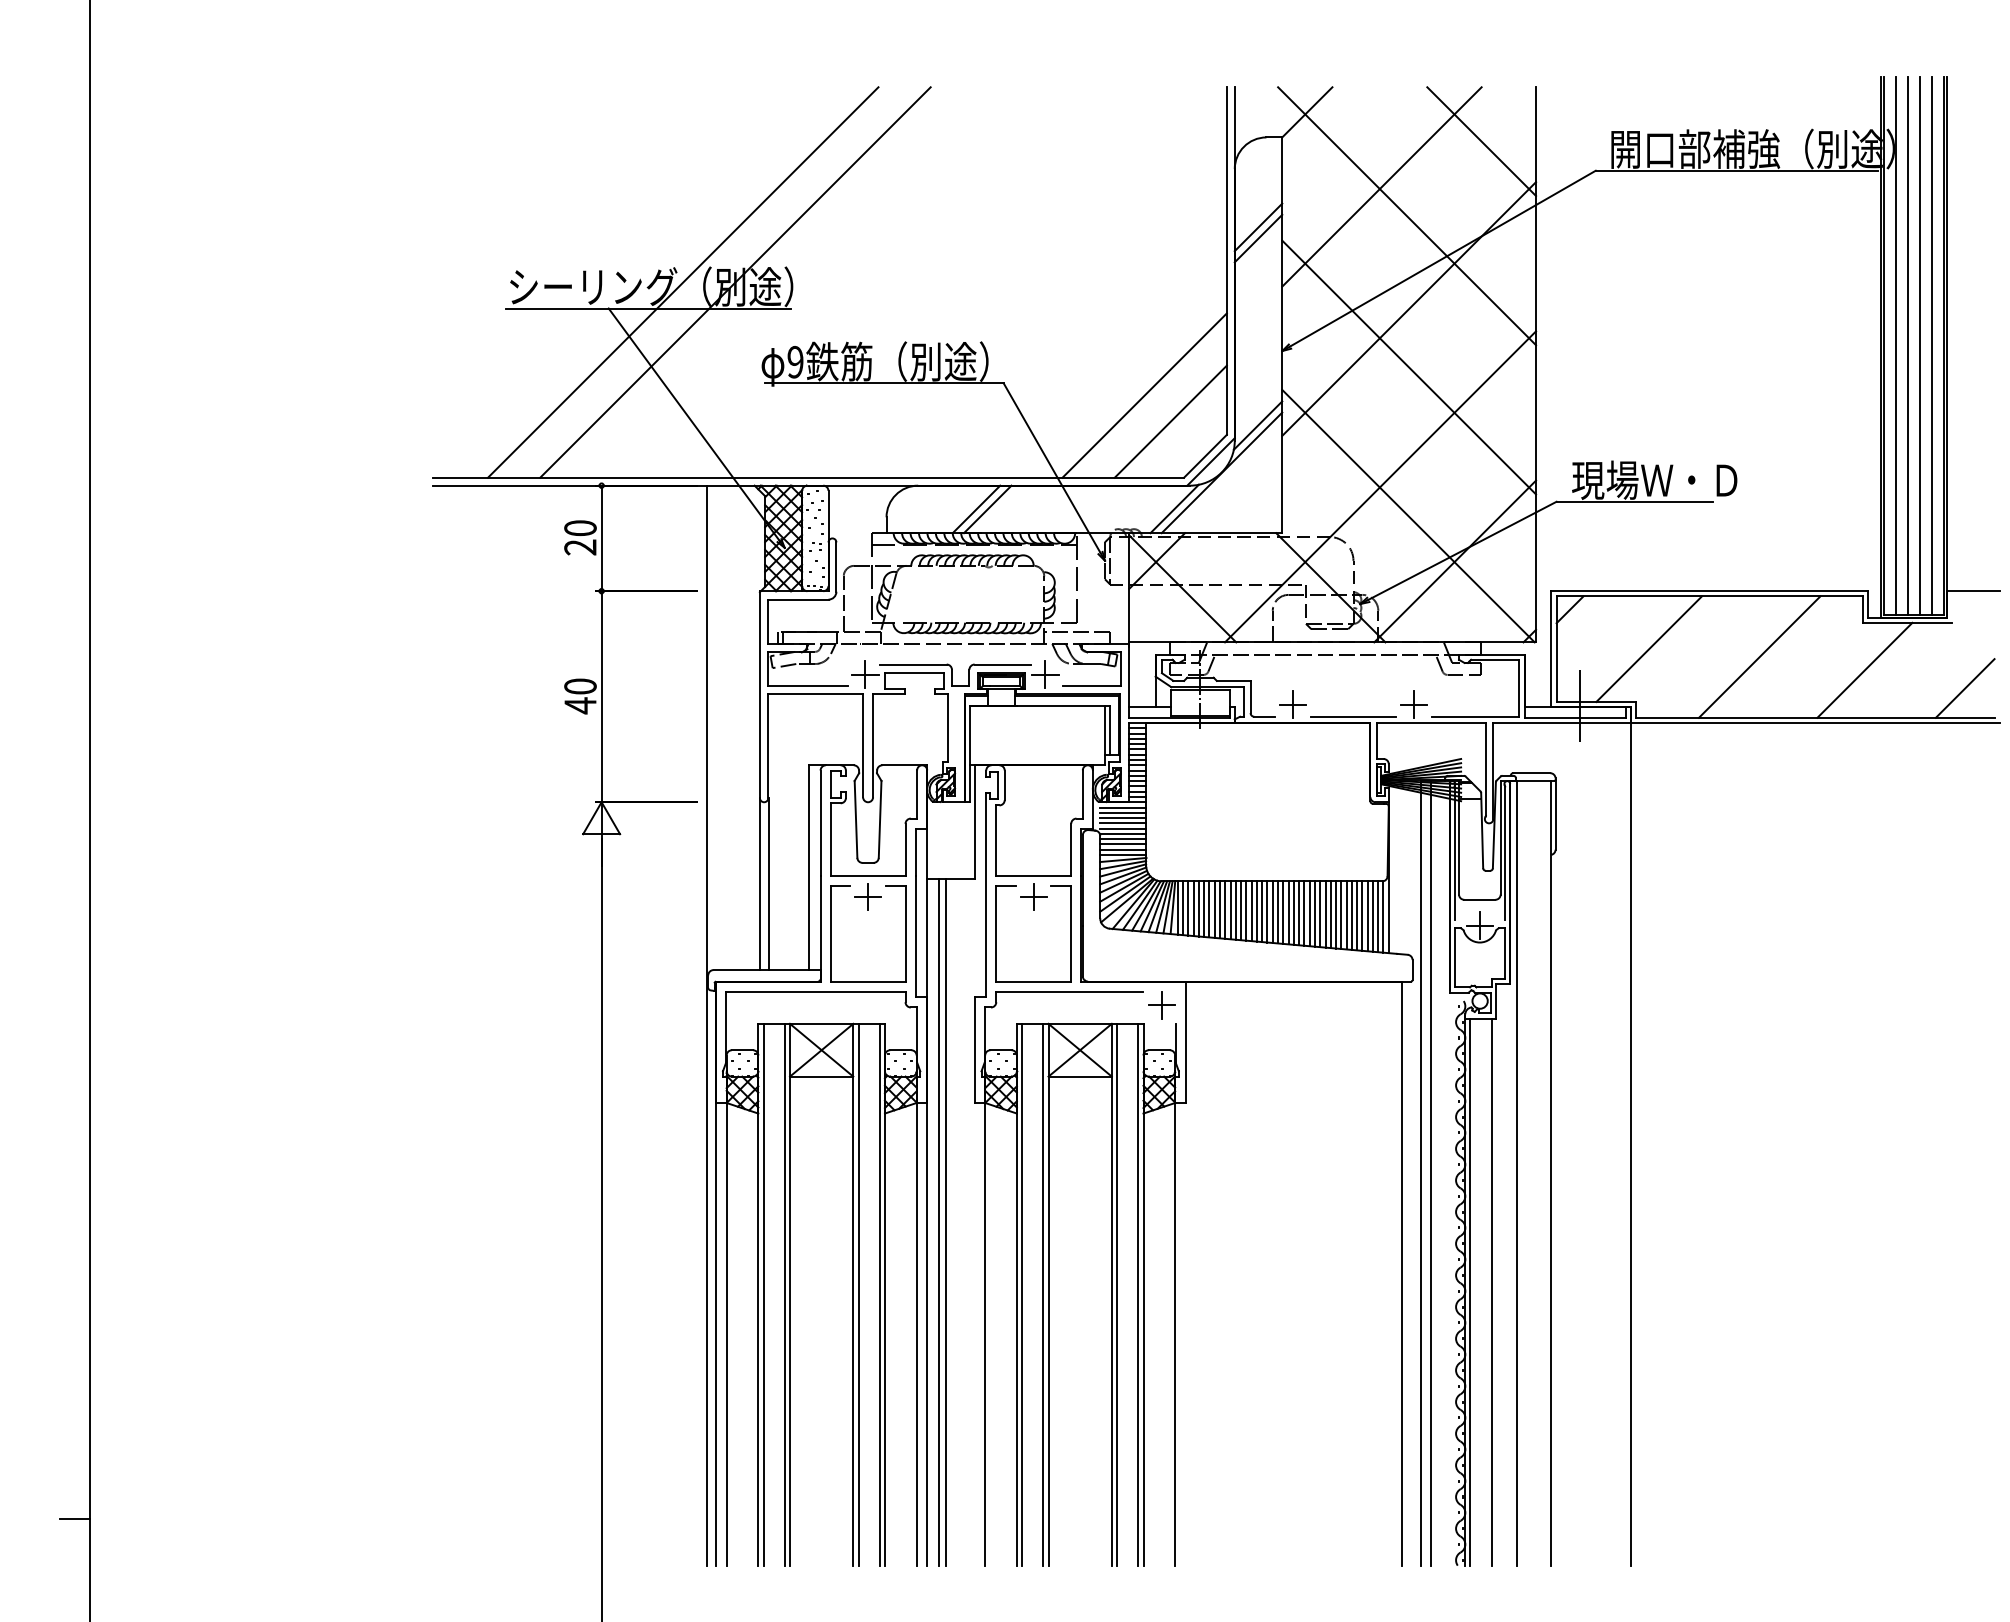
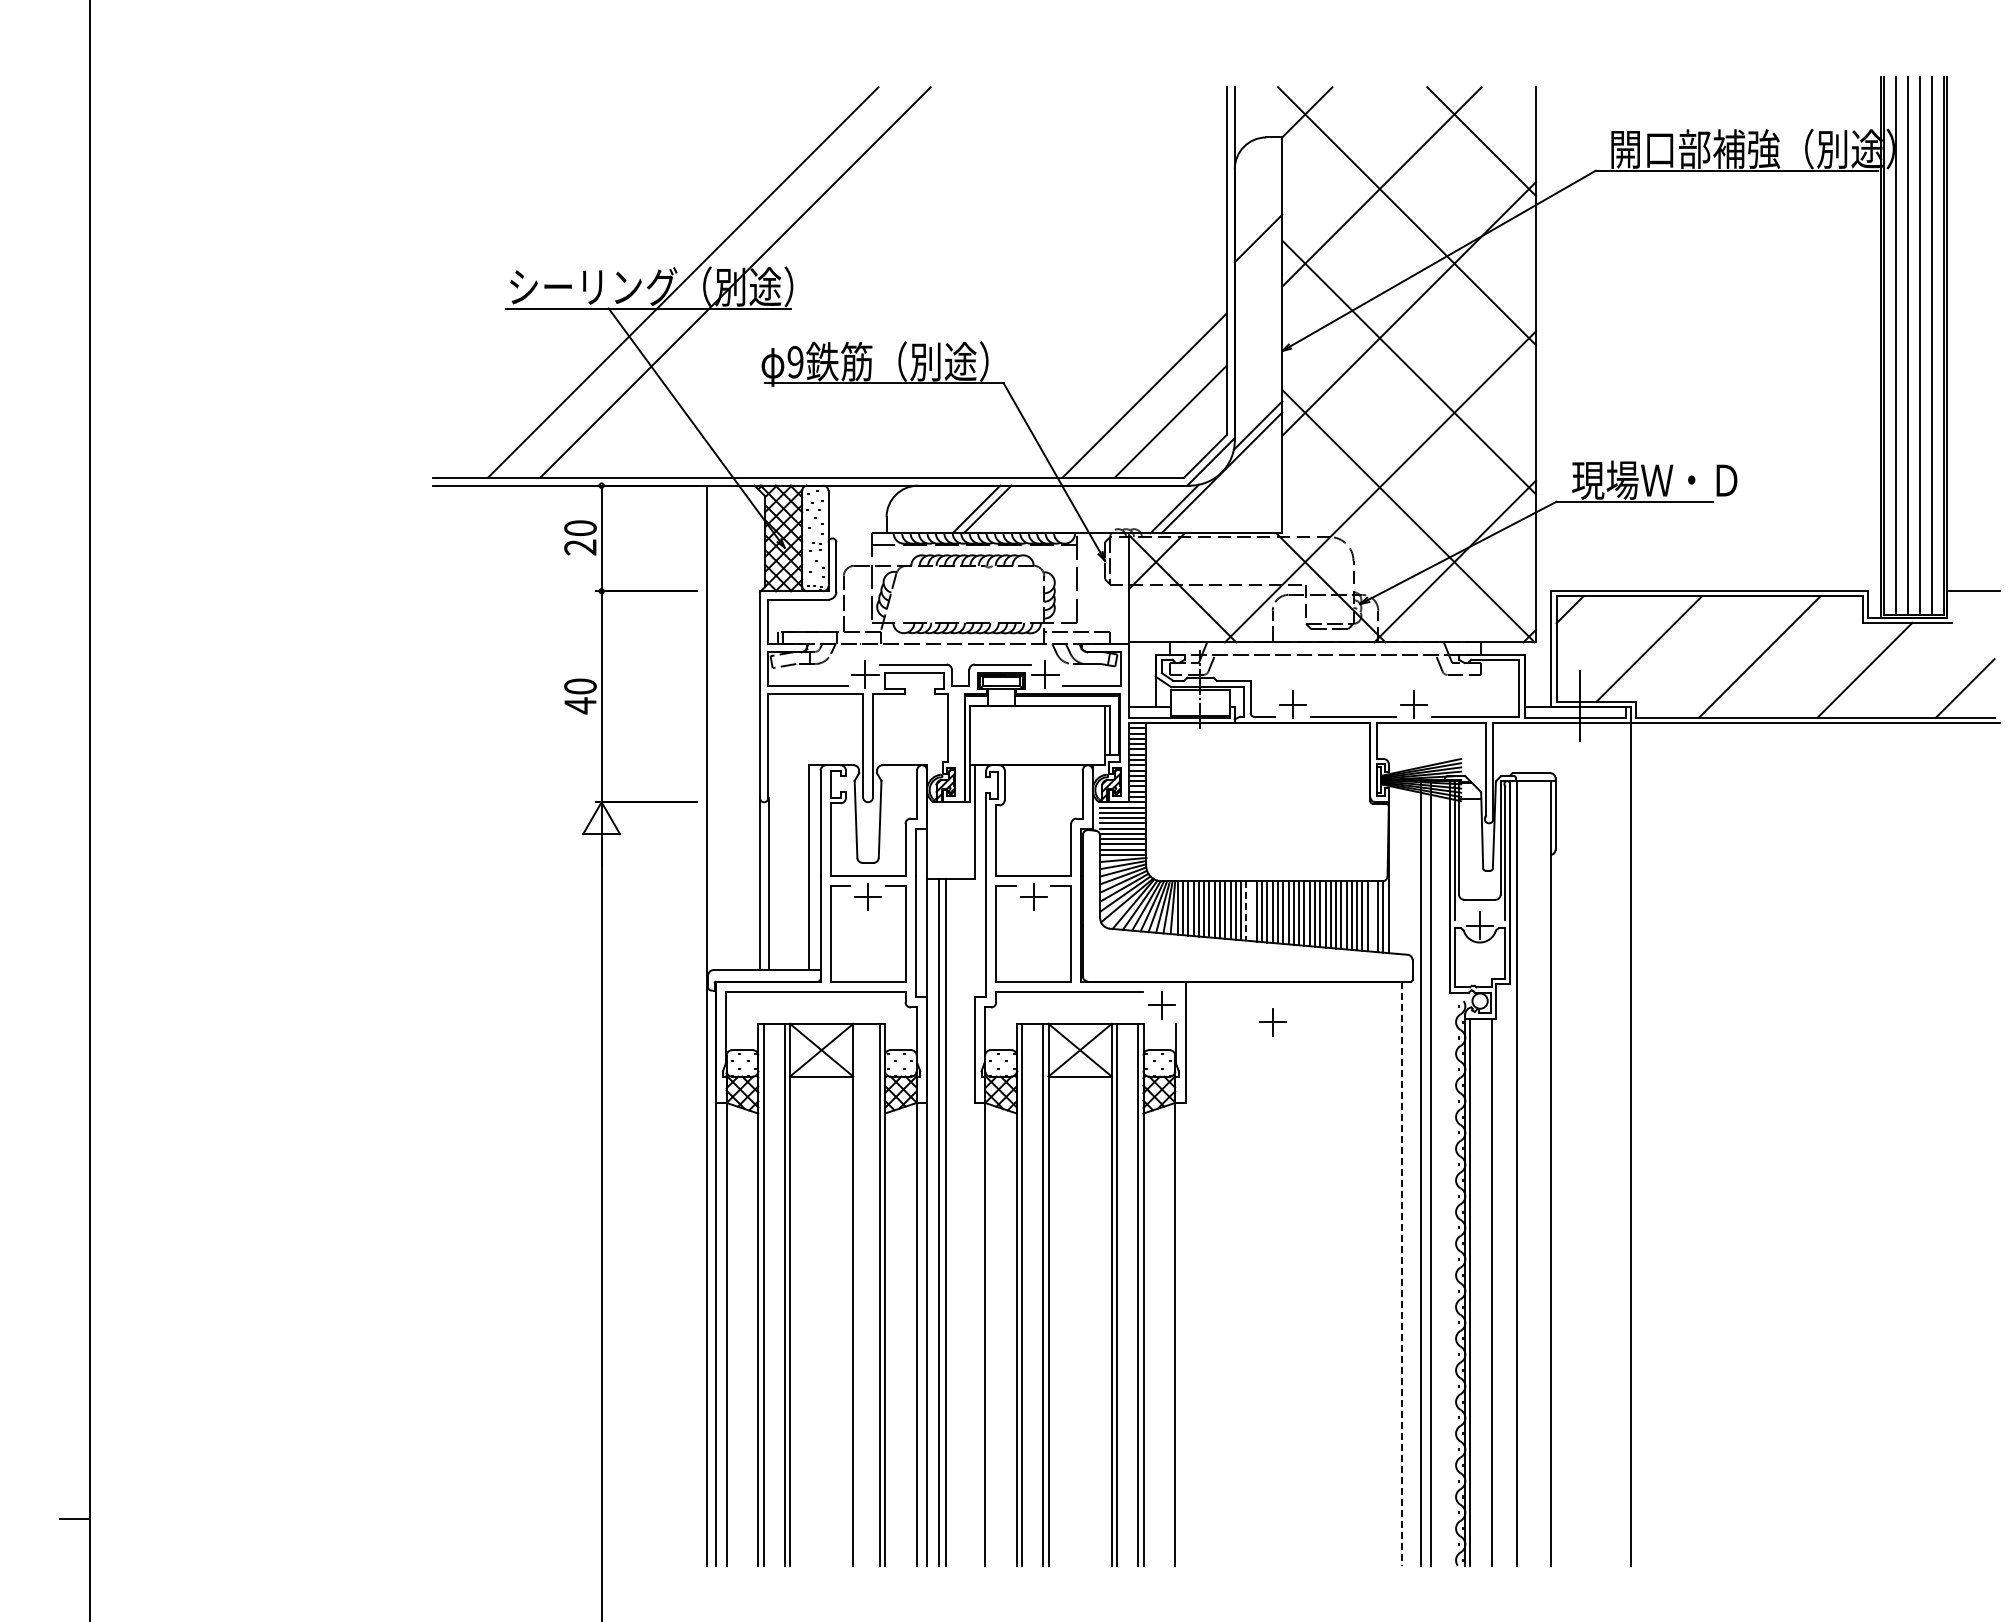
line at (1258, 227): present -> none
line at (1246, 911): solid -> dashed
line at (1251, 911): present -> none
line at (1373, 916): present -> none
part at (1272, 1022): none -> present
line at (1402, 1273): solid -> dashed
line at (858, 1294): present -> none
